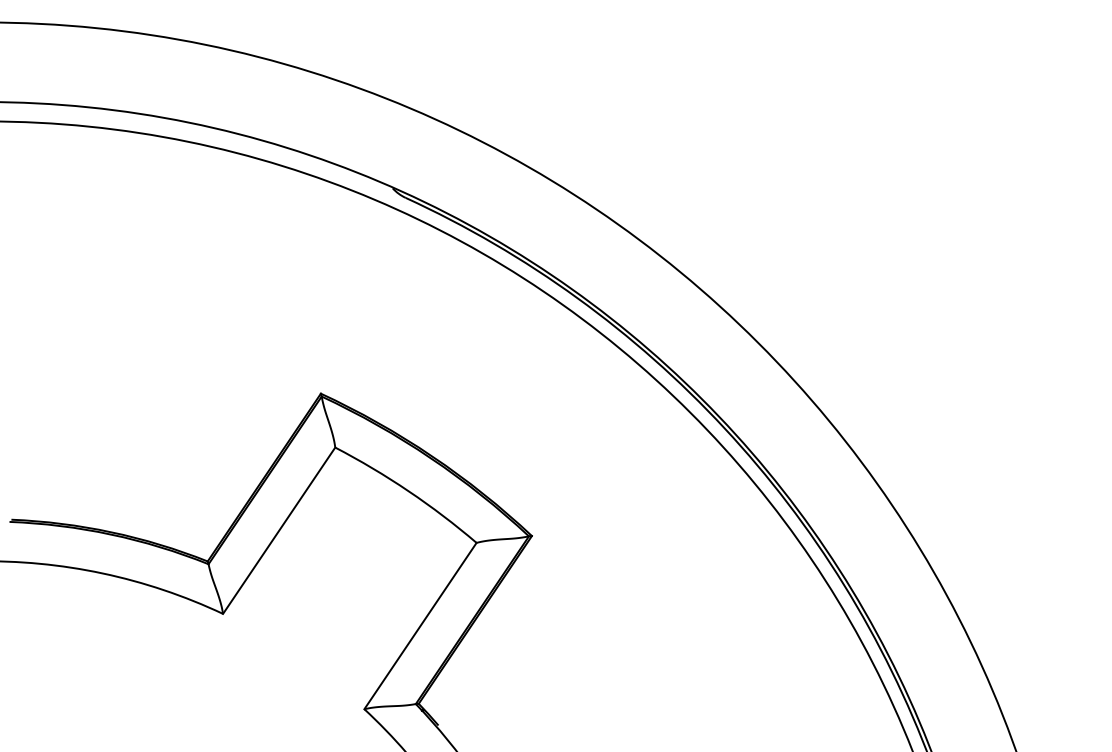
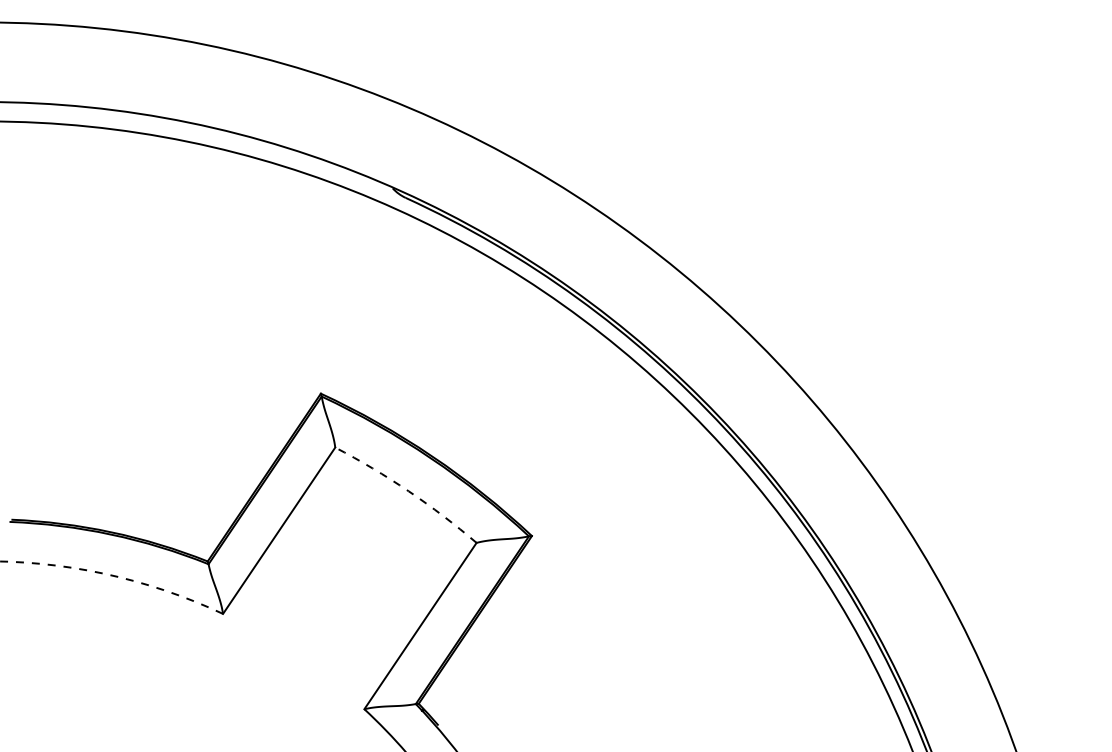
arc at (408, 491): solid -> dashed
arc at (114, 576): solid -> dashed
